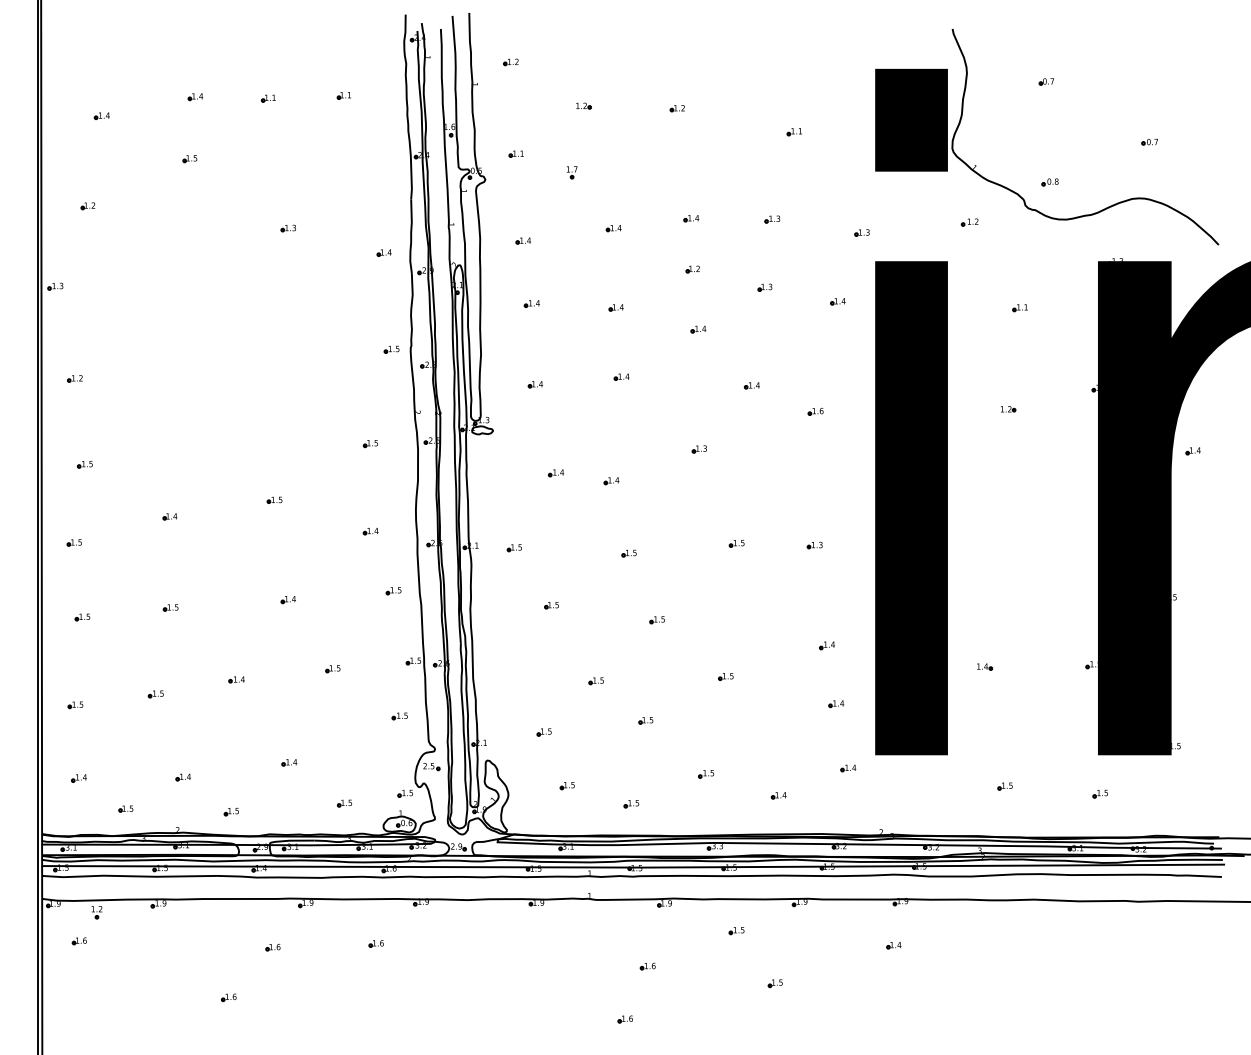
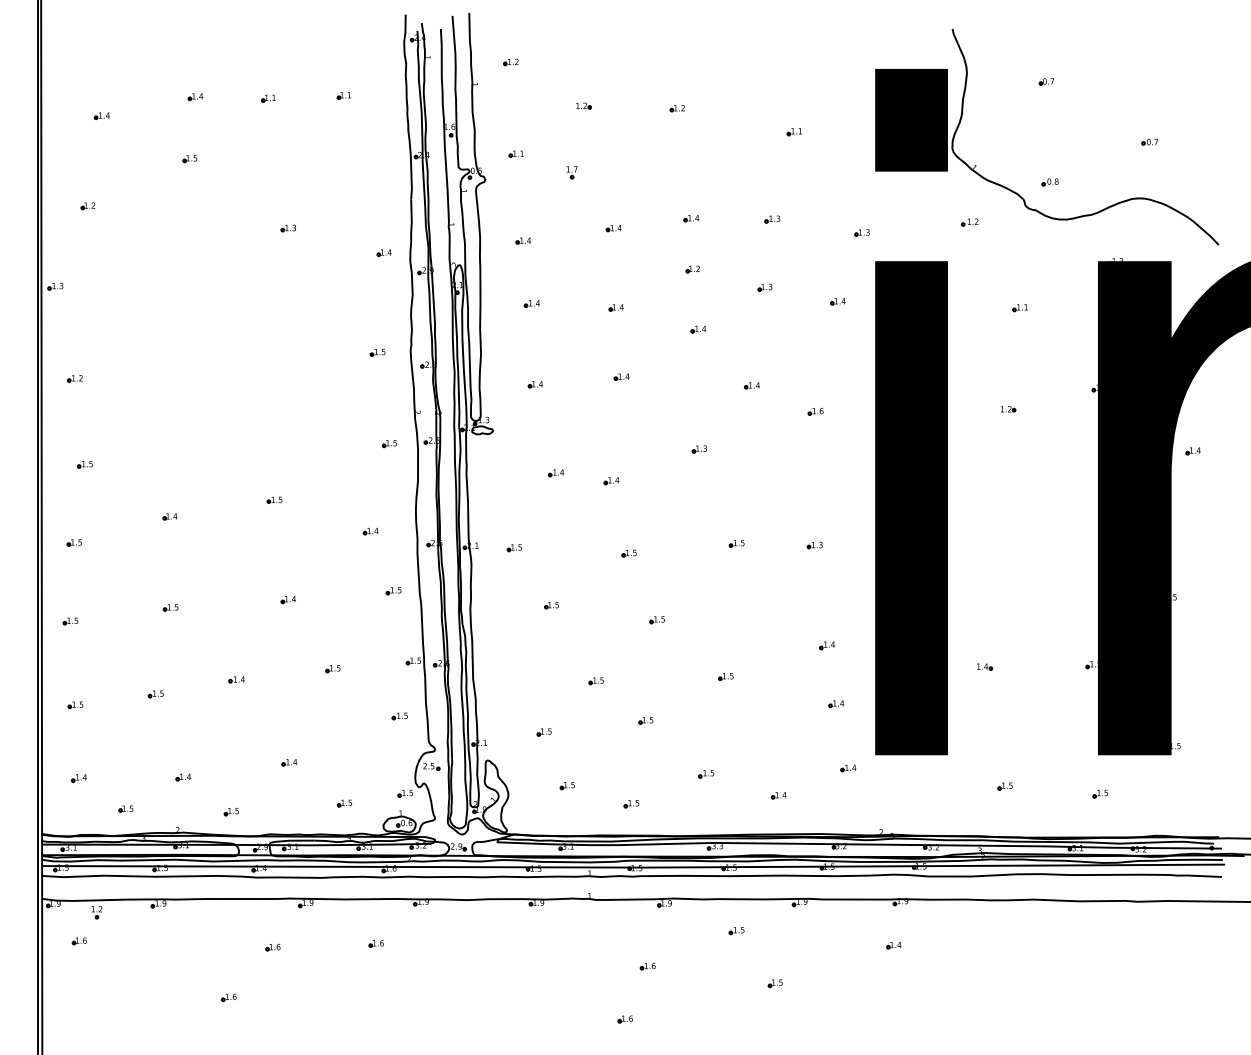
part at (391, 349) position: (391, 349) -> (377, 352)
part at (369, 444) position: (369, 444) -> (388, 444)
part at (82, 617) position: (82, 617) -> (70, 621)
